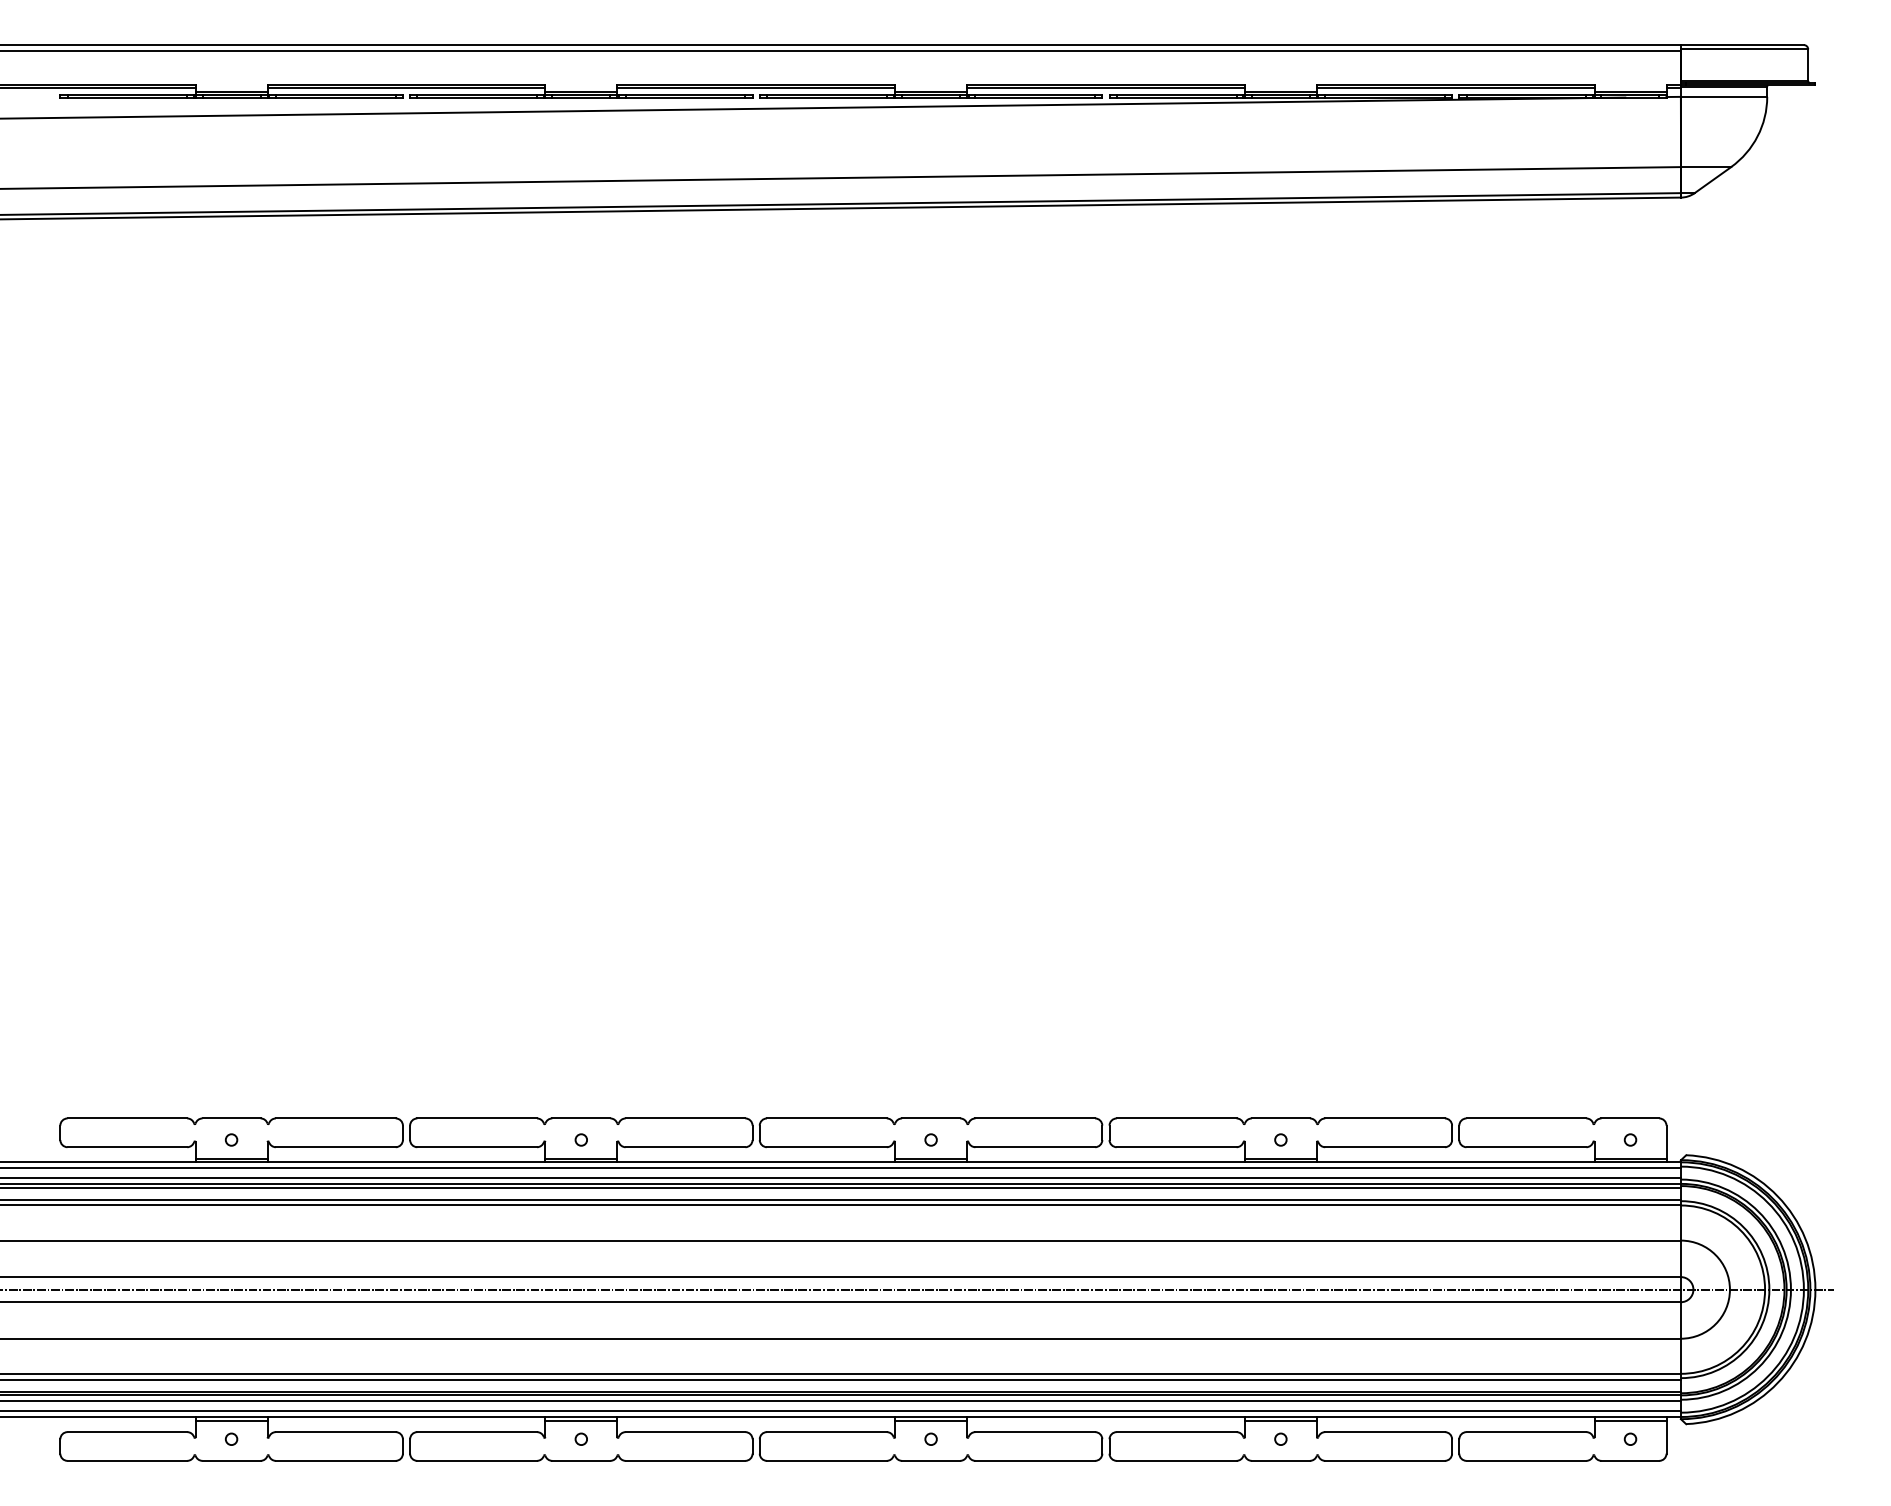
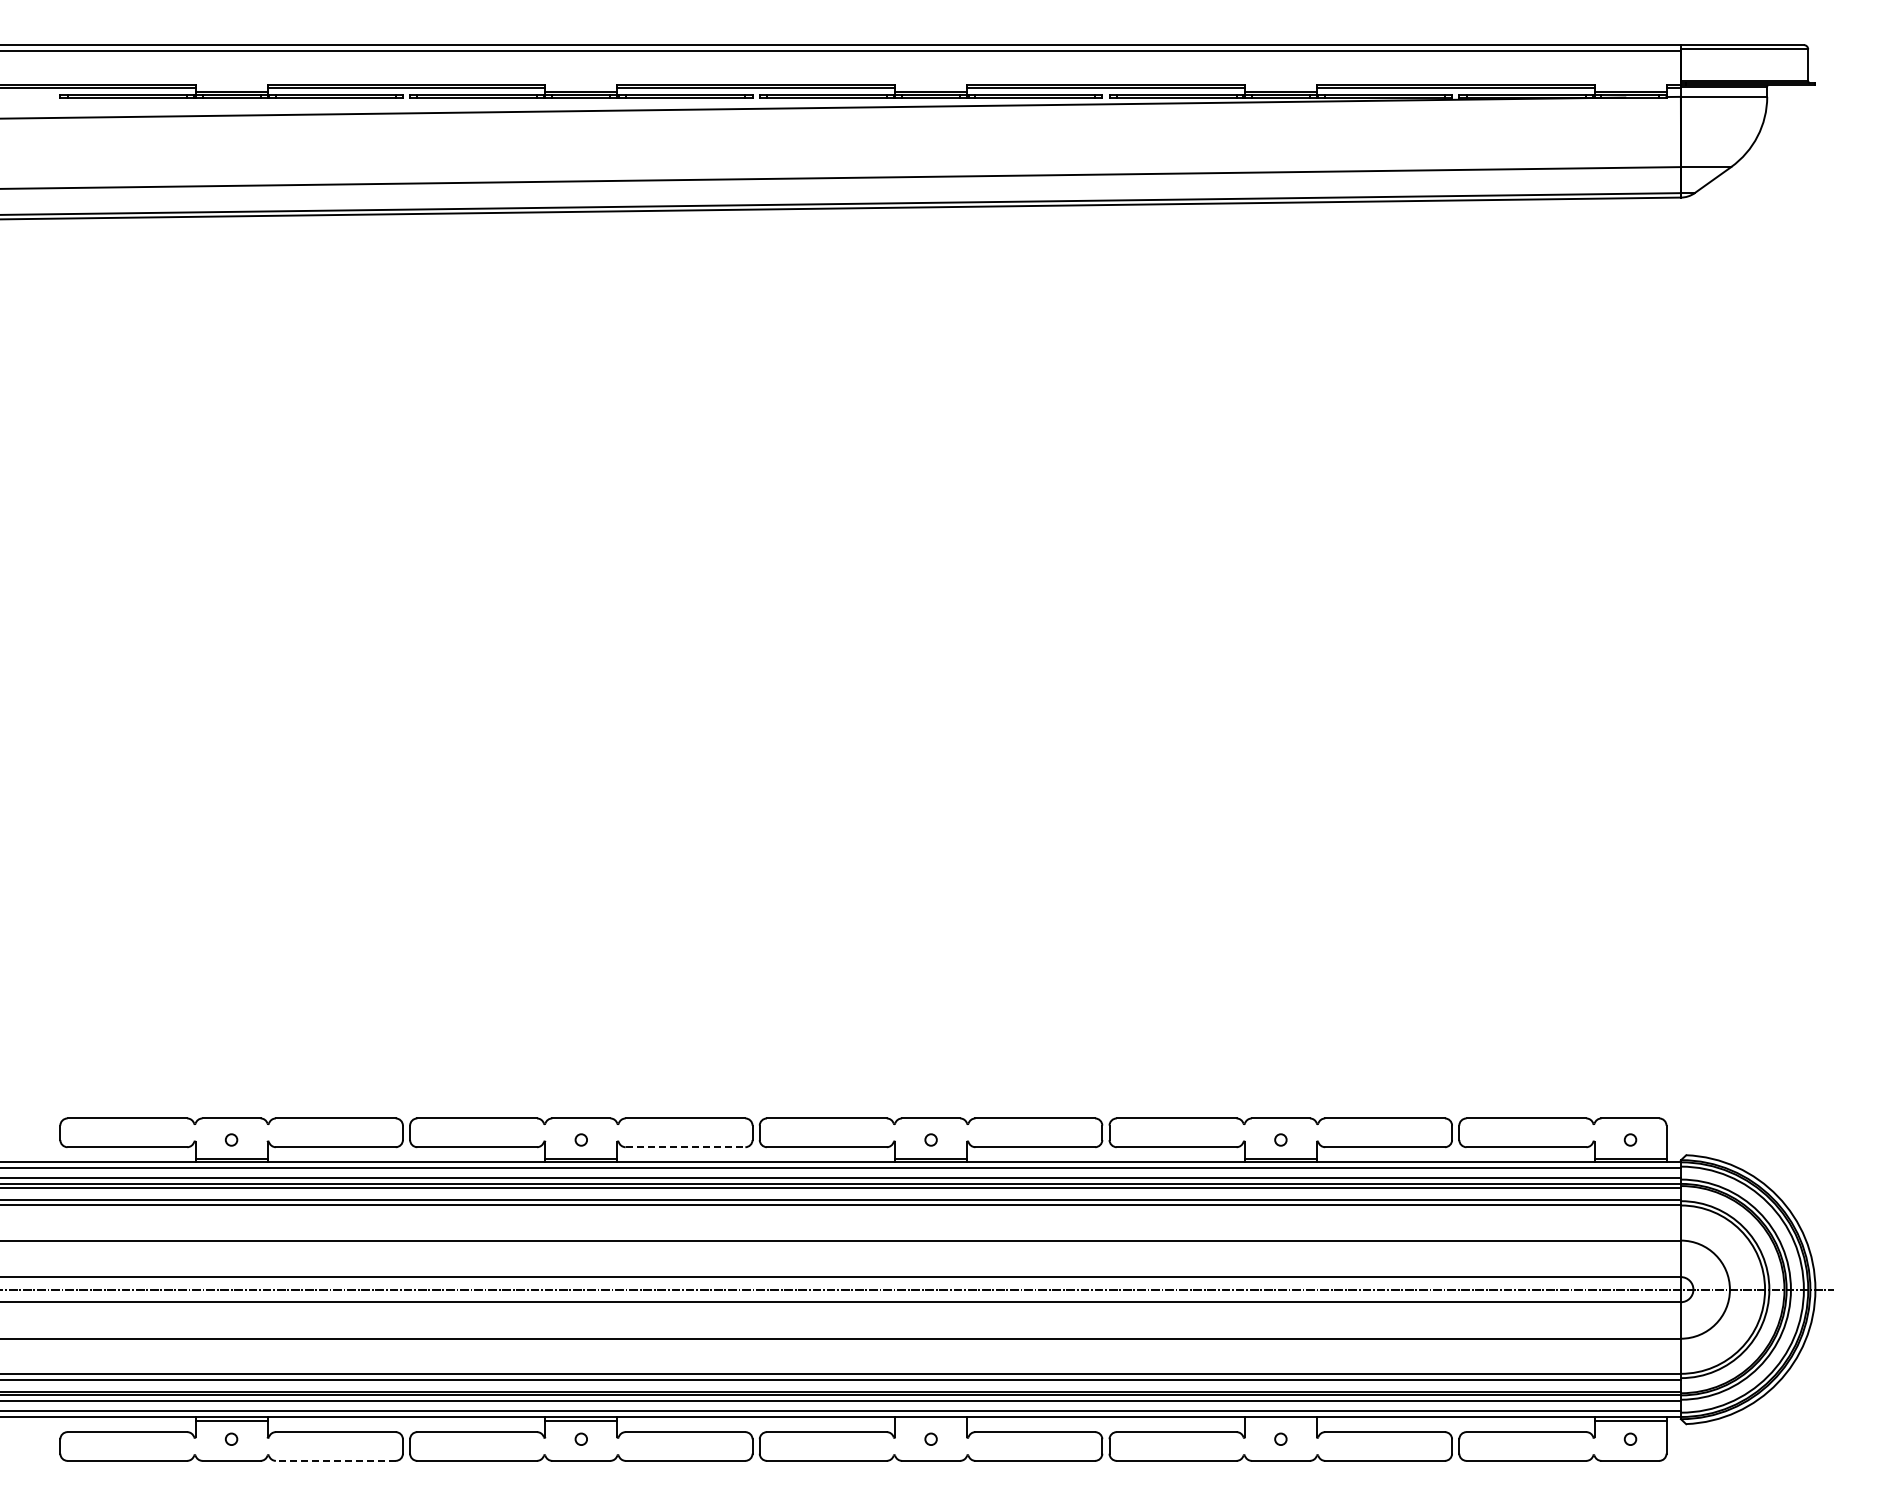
line at (685, 1147): solid -> dashed
line at (931, 1420): present -> none
line at (1280, 1420): present -> none
line at (335, 1460): solid -> dashed
